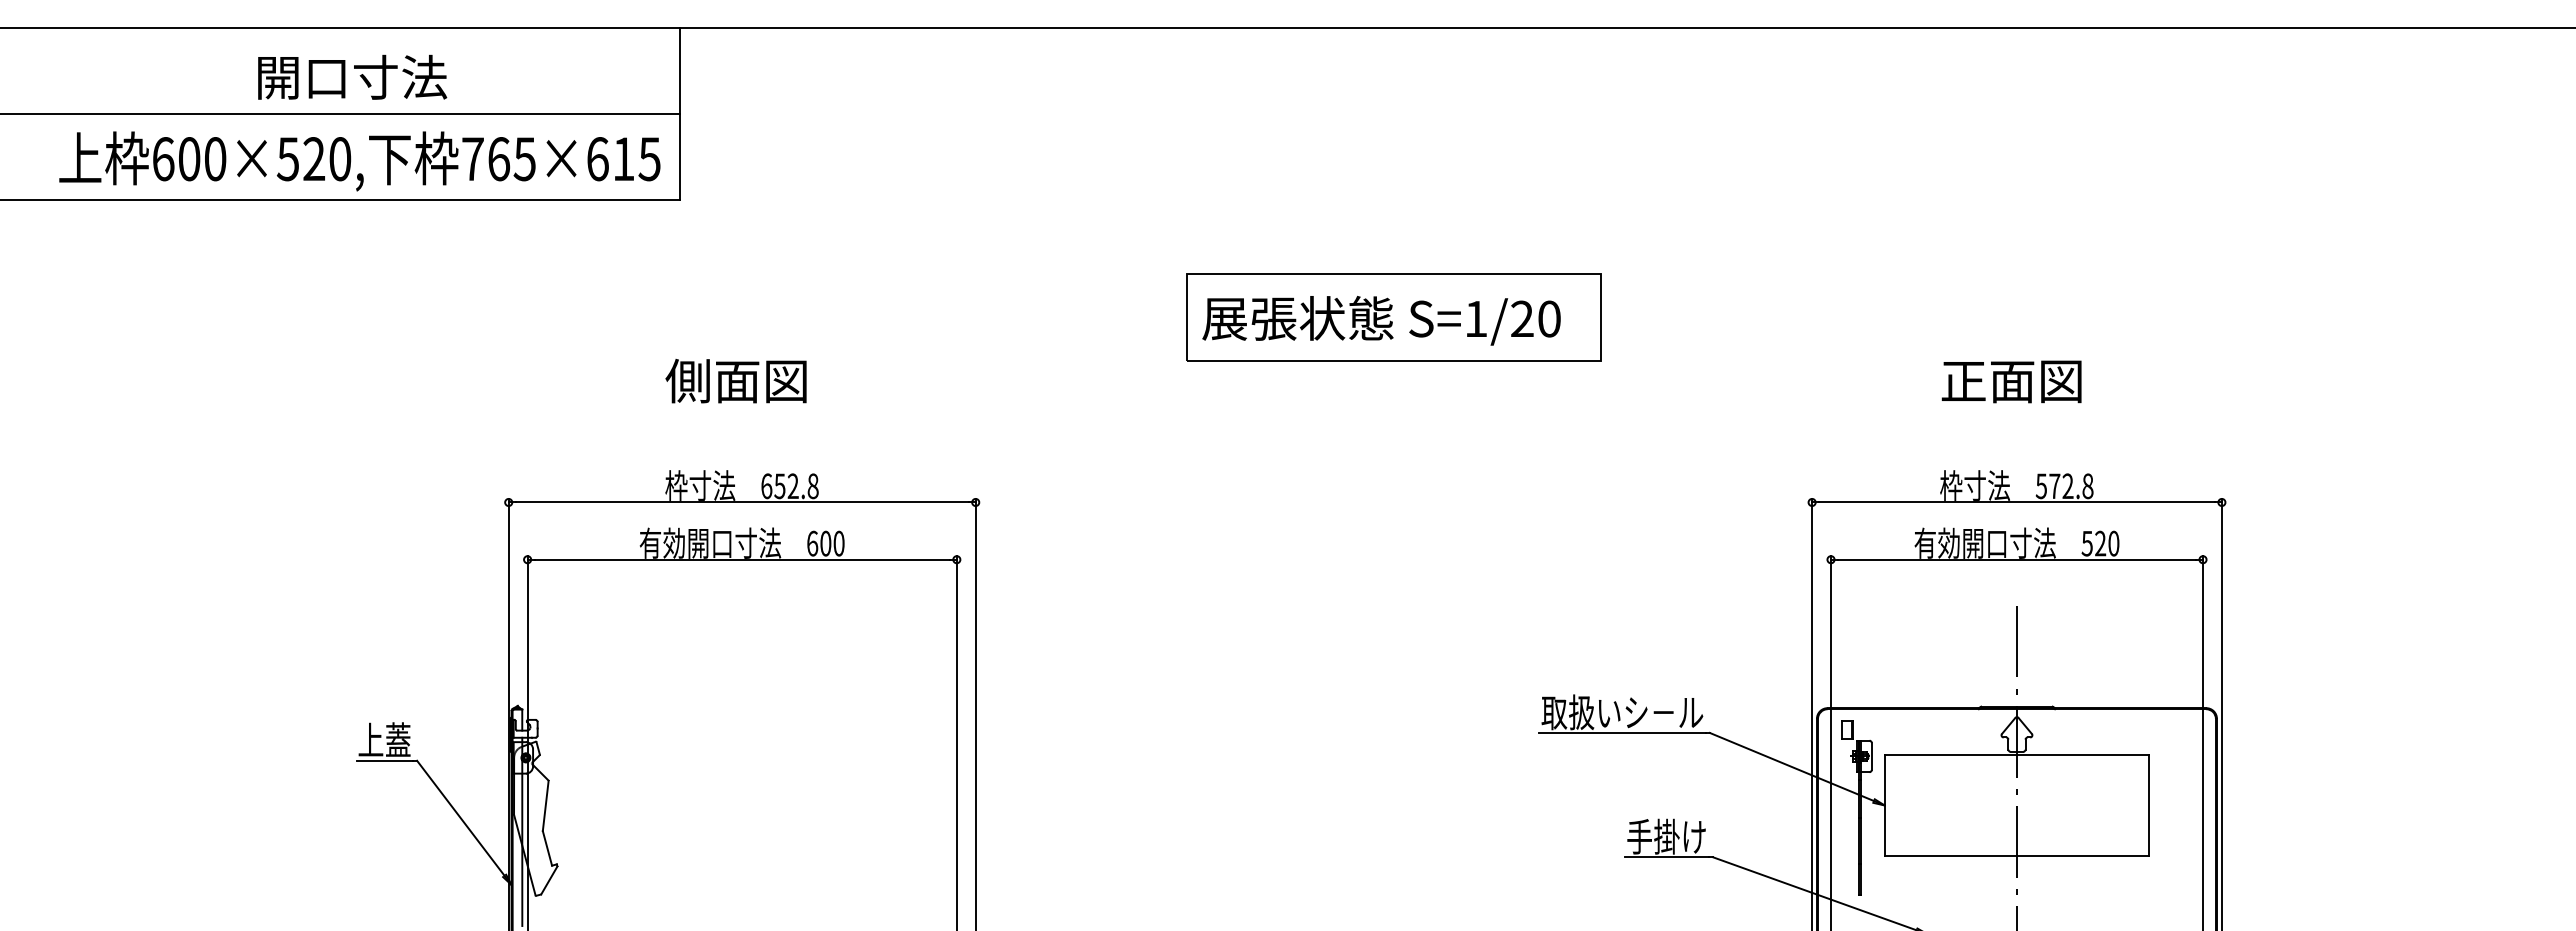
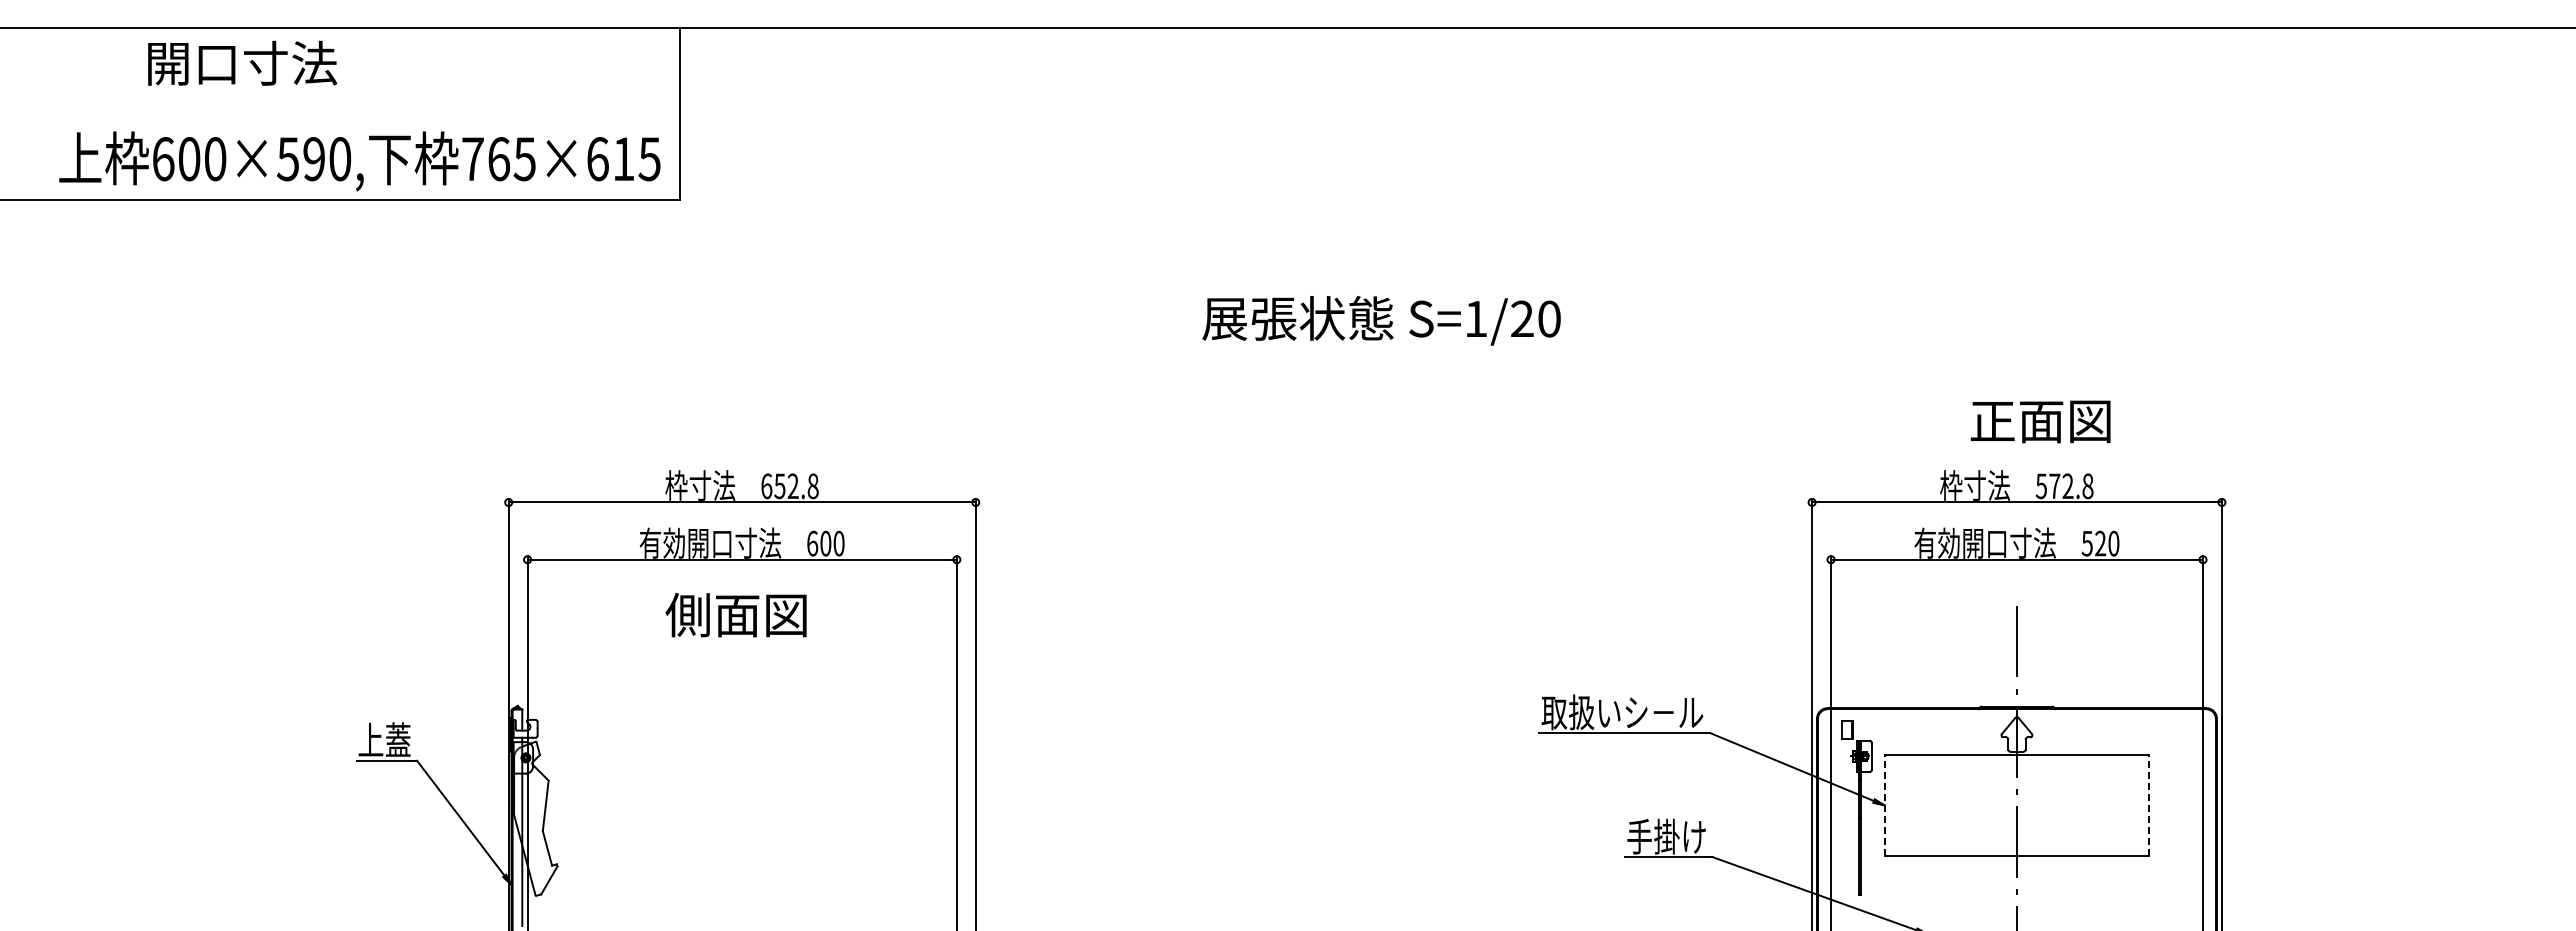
text at (352, 76) position: (352, 76) -> (242, 62)
line at (340, 113): present -> none
text at (313, 159): 600×520, -> 600×590,
part at (1393, 317): present -> none
text at (735, 381) position: (735, 381) -> (735, 615)
text at (2011, 381) position: (2011, 381) -> (2040, 421)
line at (1884, 804): solid -> dashed
line at (2149, 804): solid -> dashed
